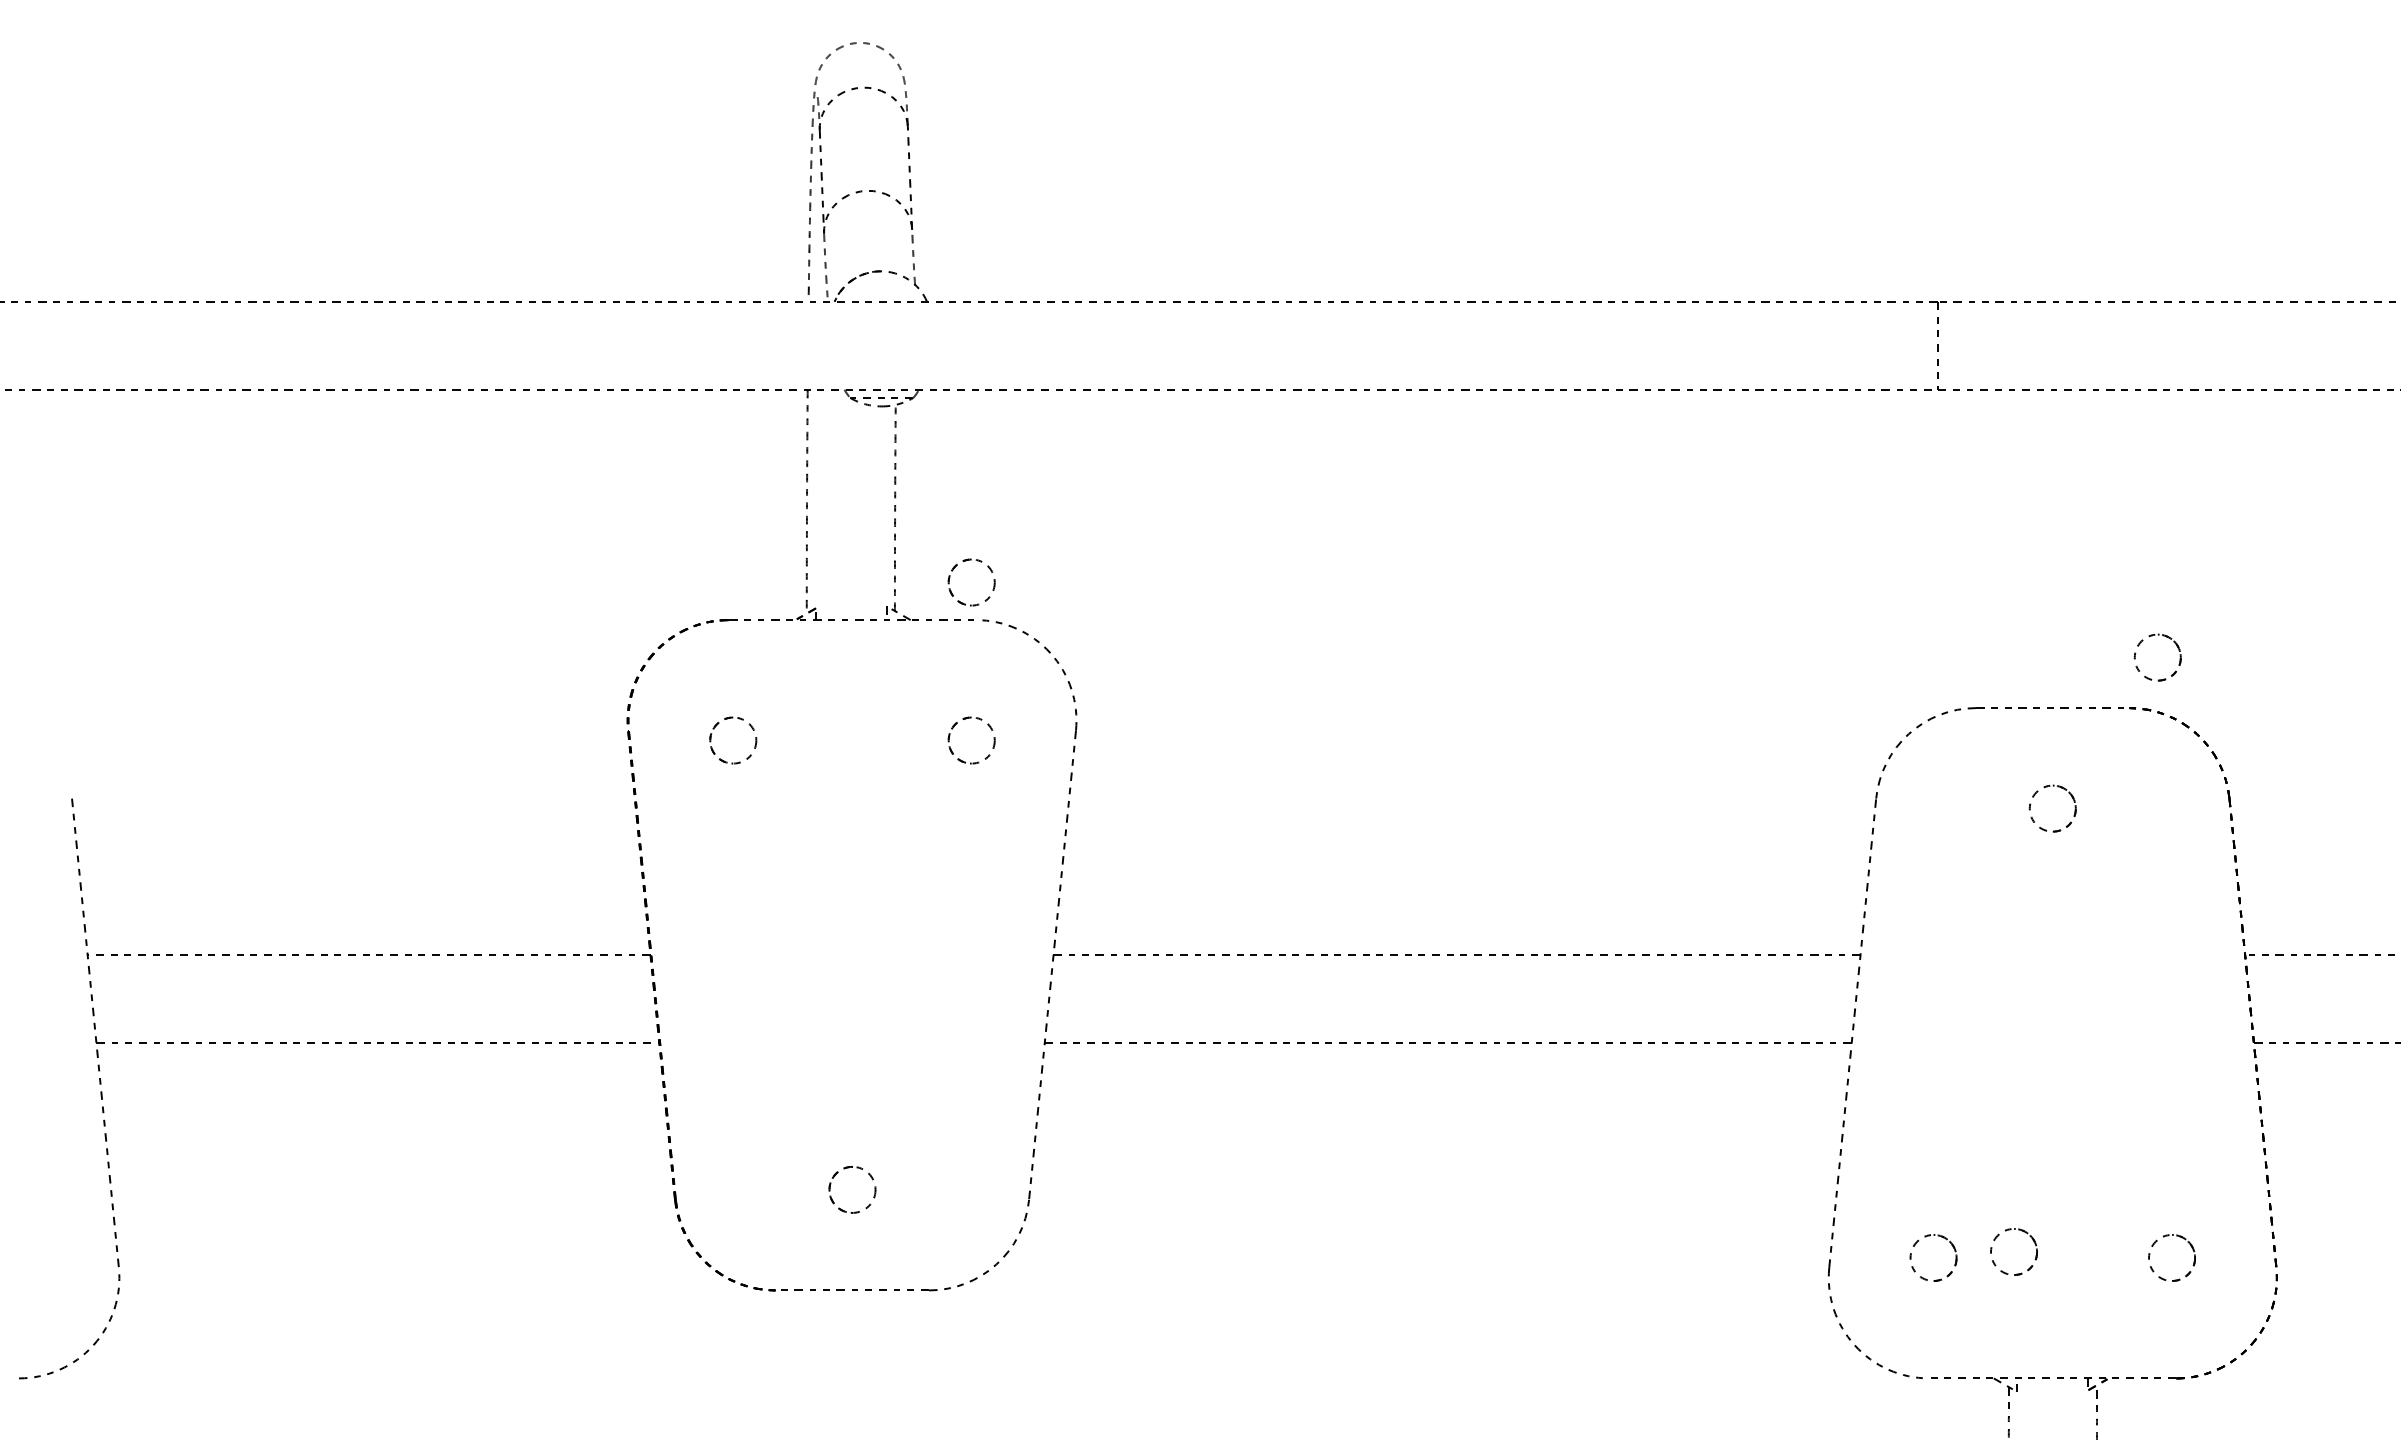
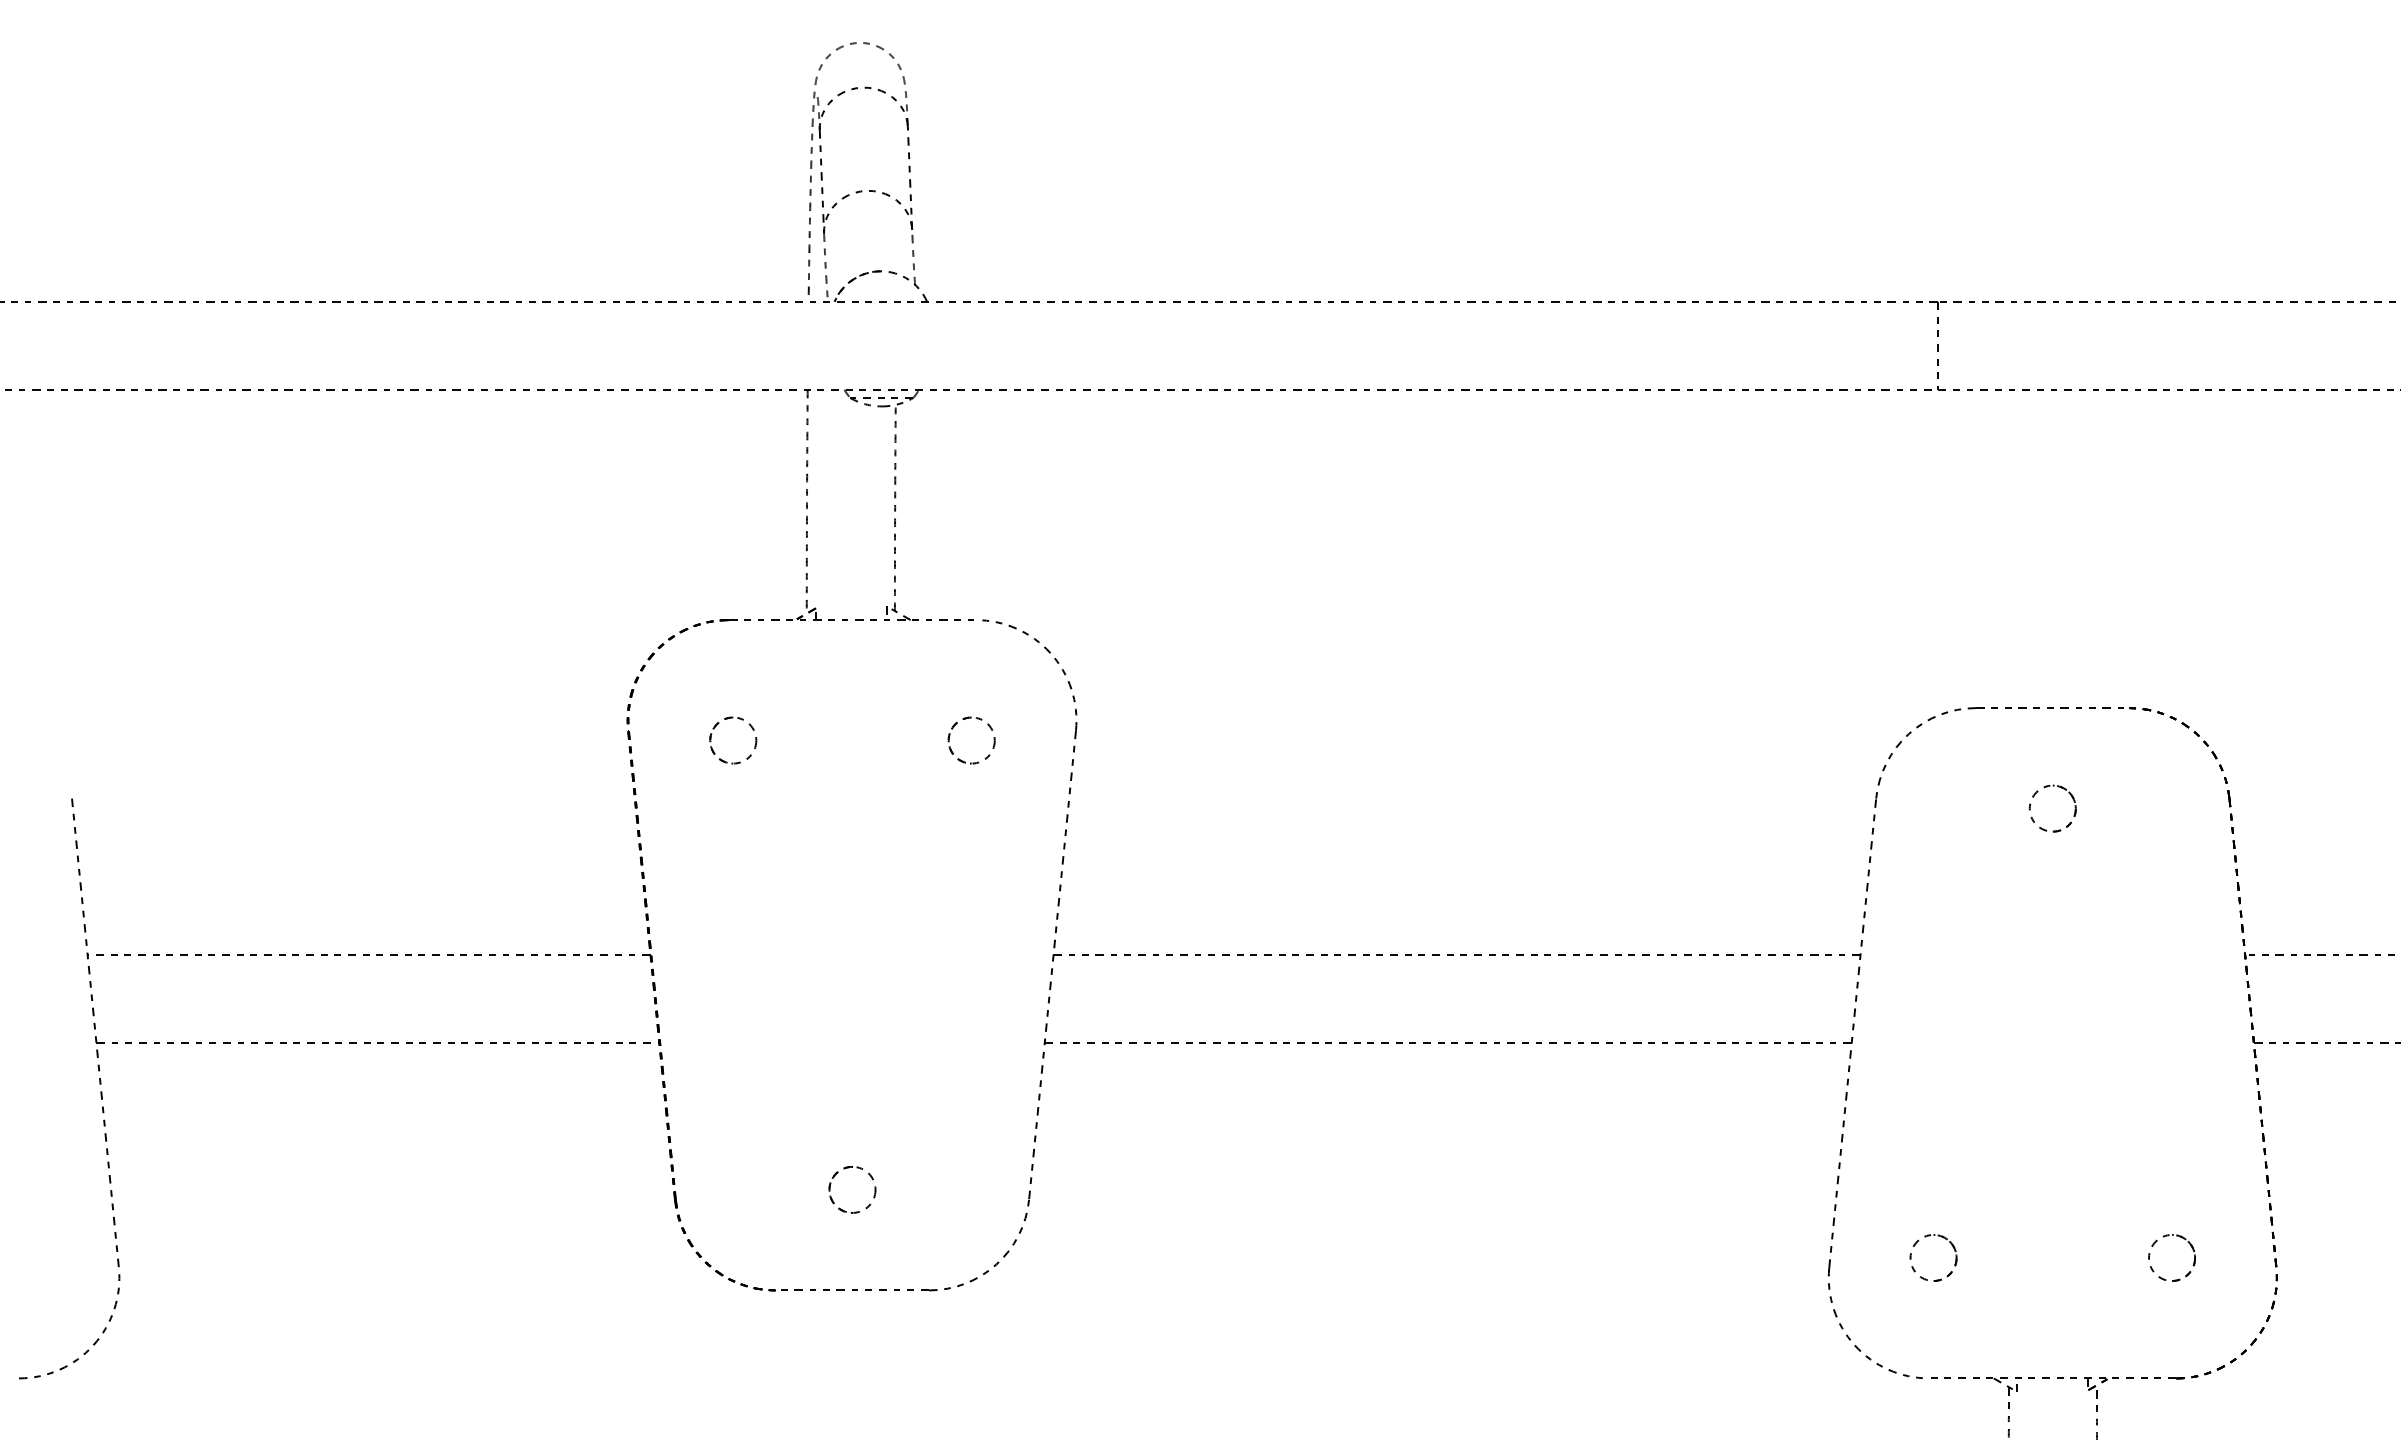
circle at (971, 582): present -> none
circle at (2157, 657): present -> none
circle at (2013, 1251): present -> none
